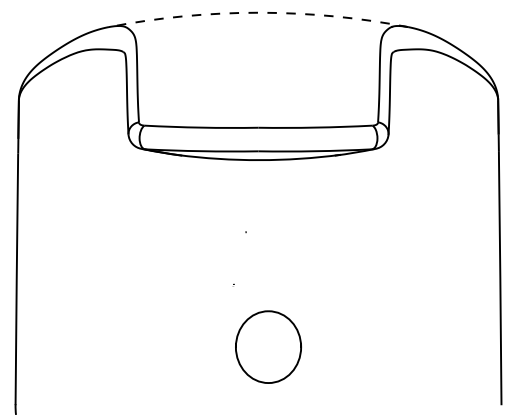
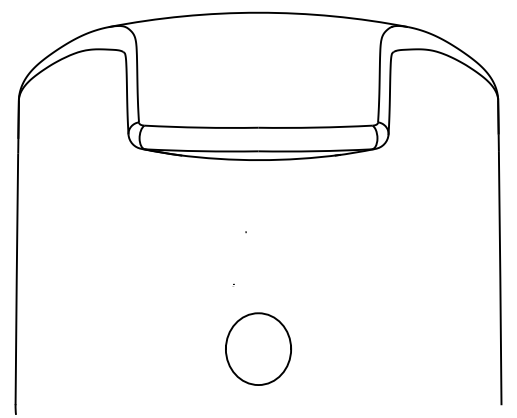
arc at (258, 12): dashed -> solid
part at (268, 346) position: (268, 346) -> (258, 348)
